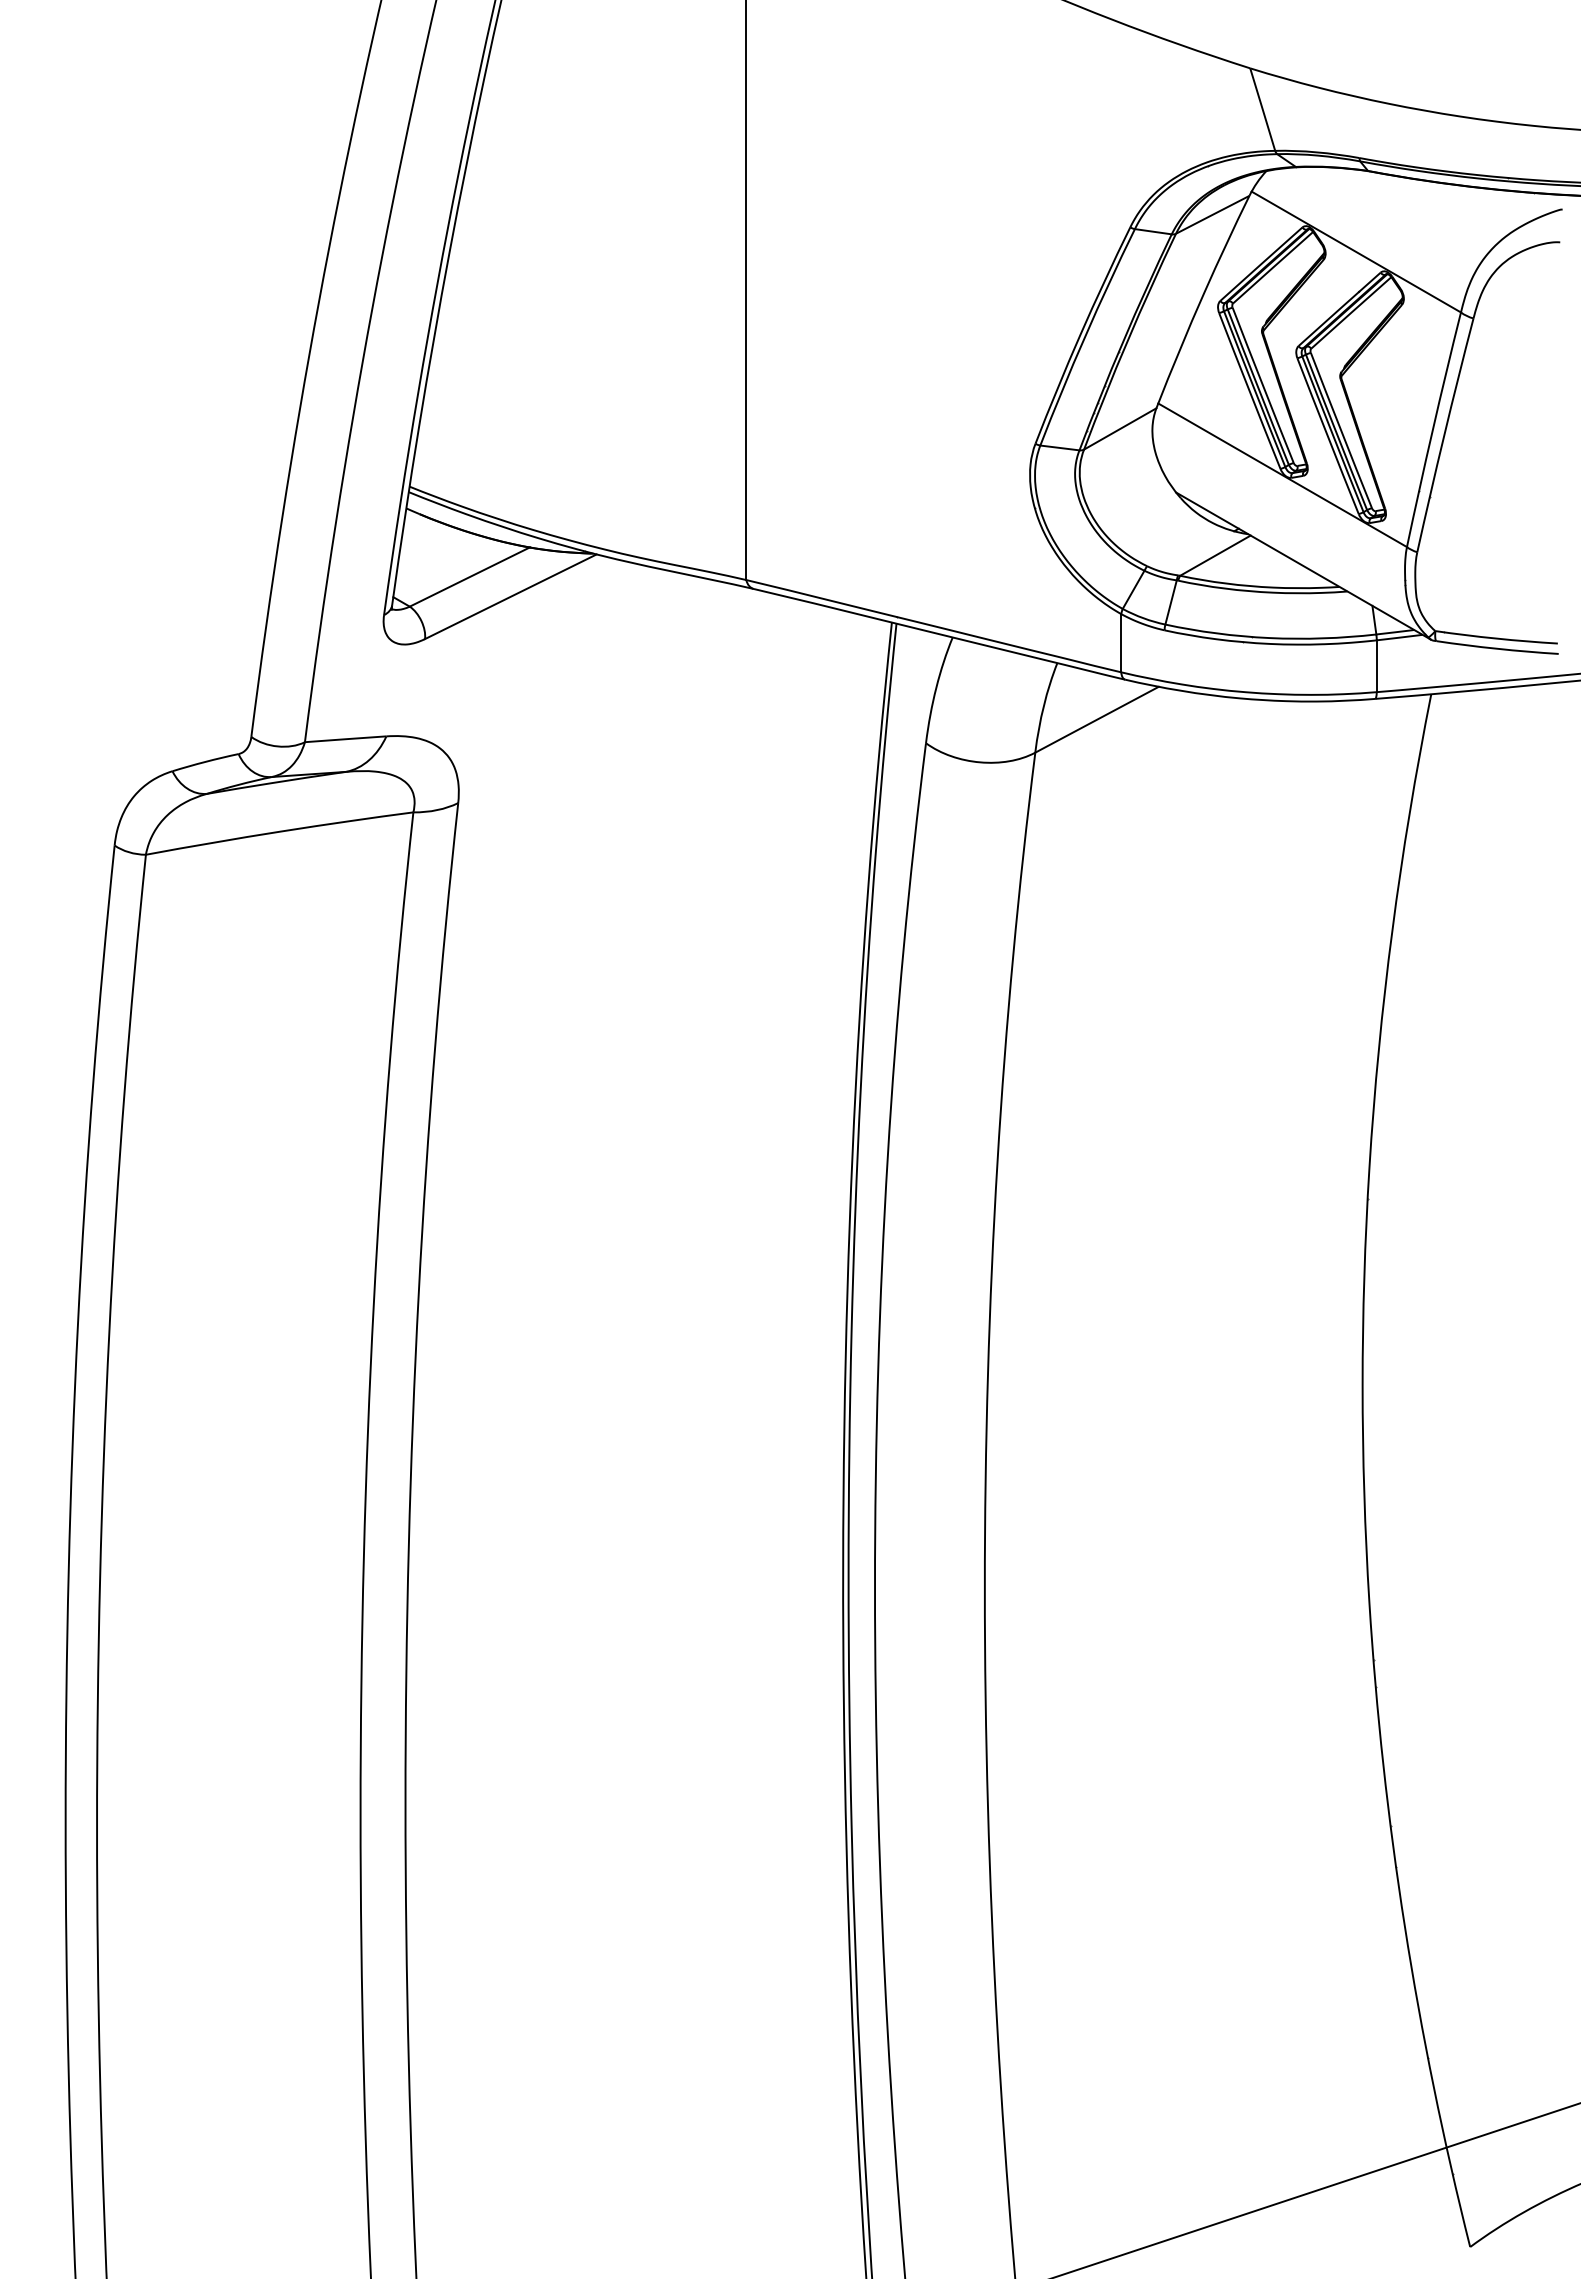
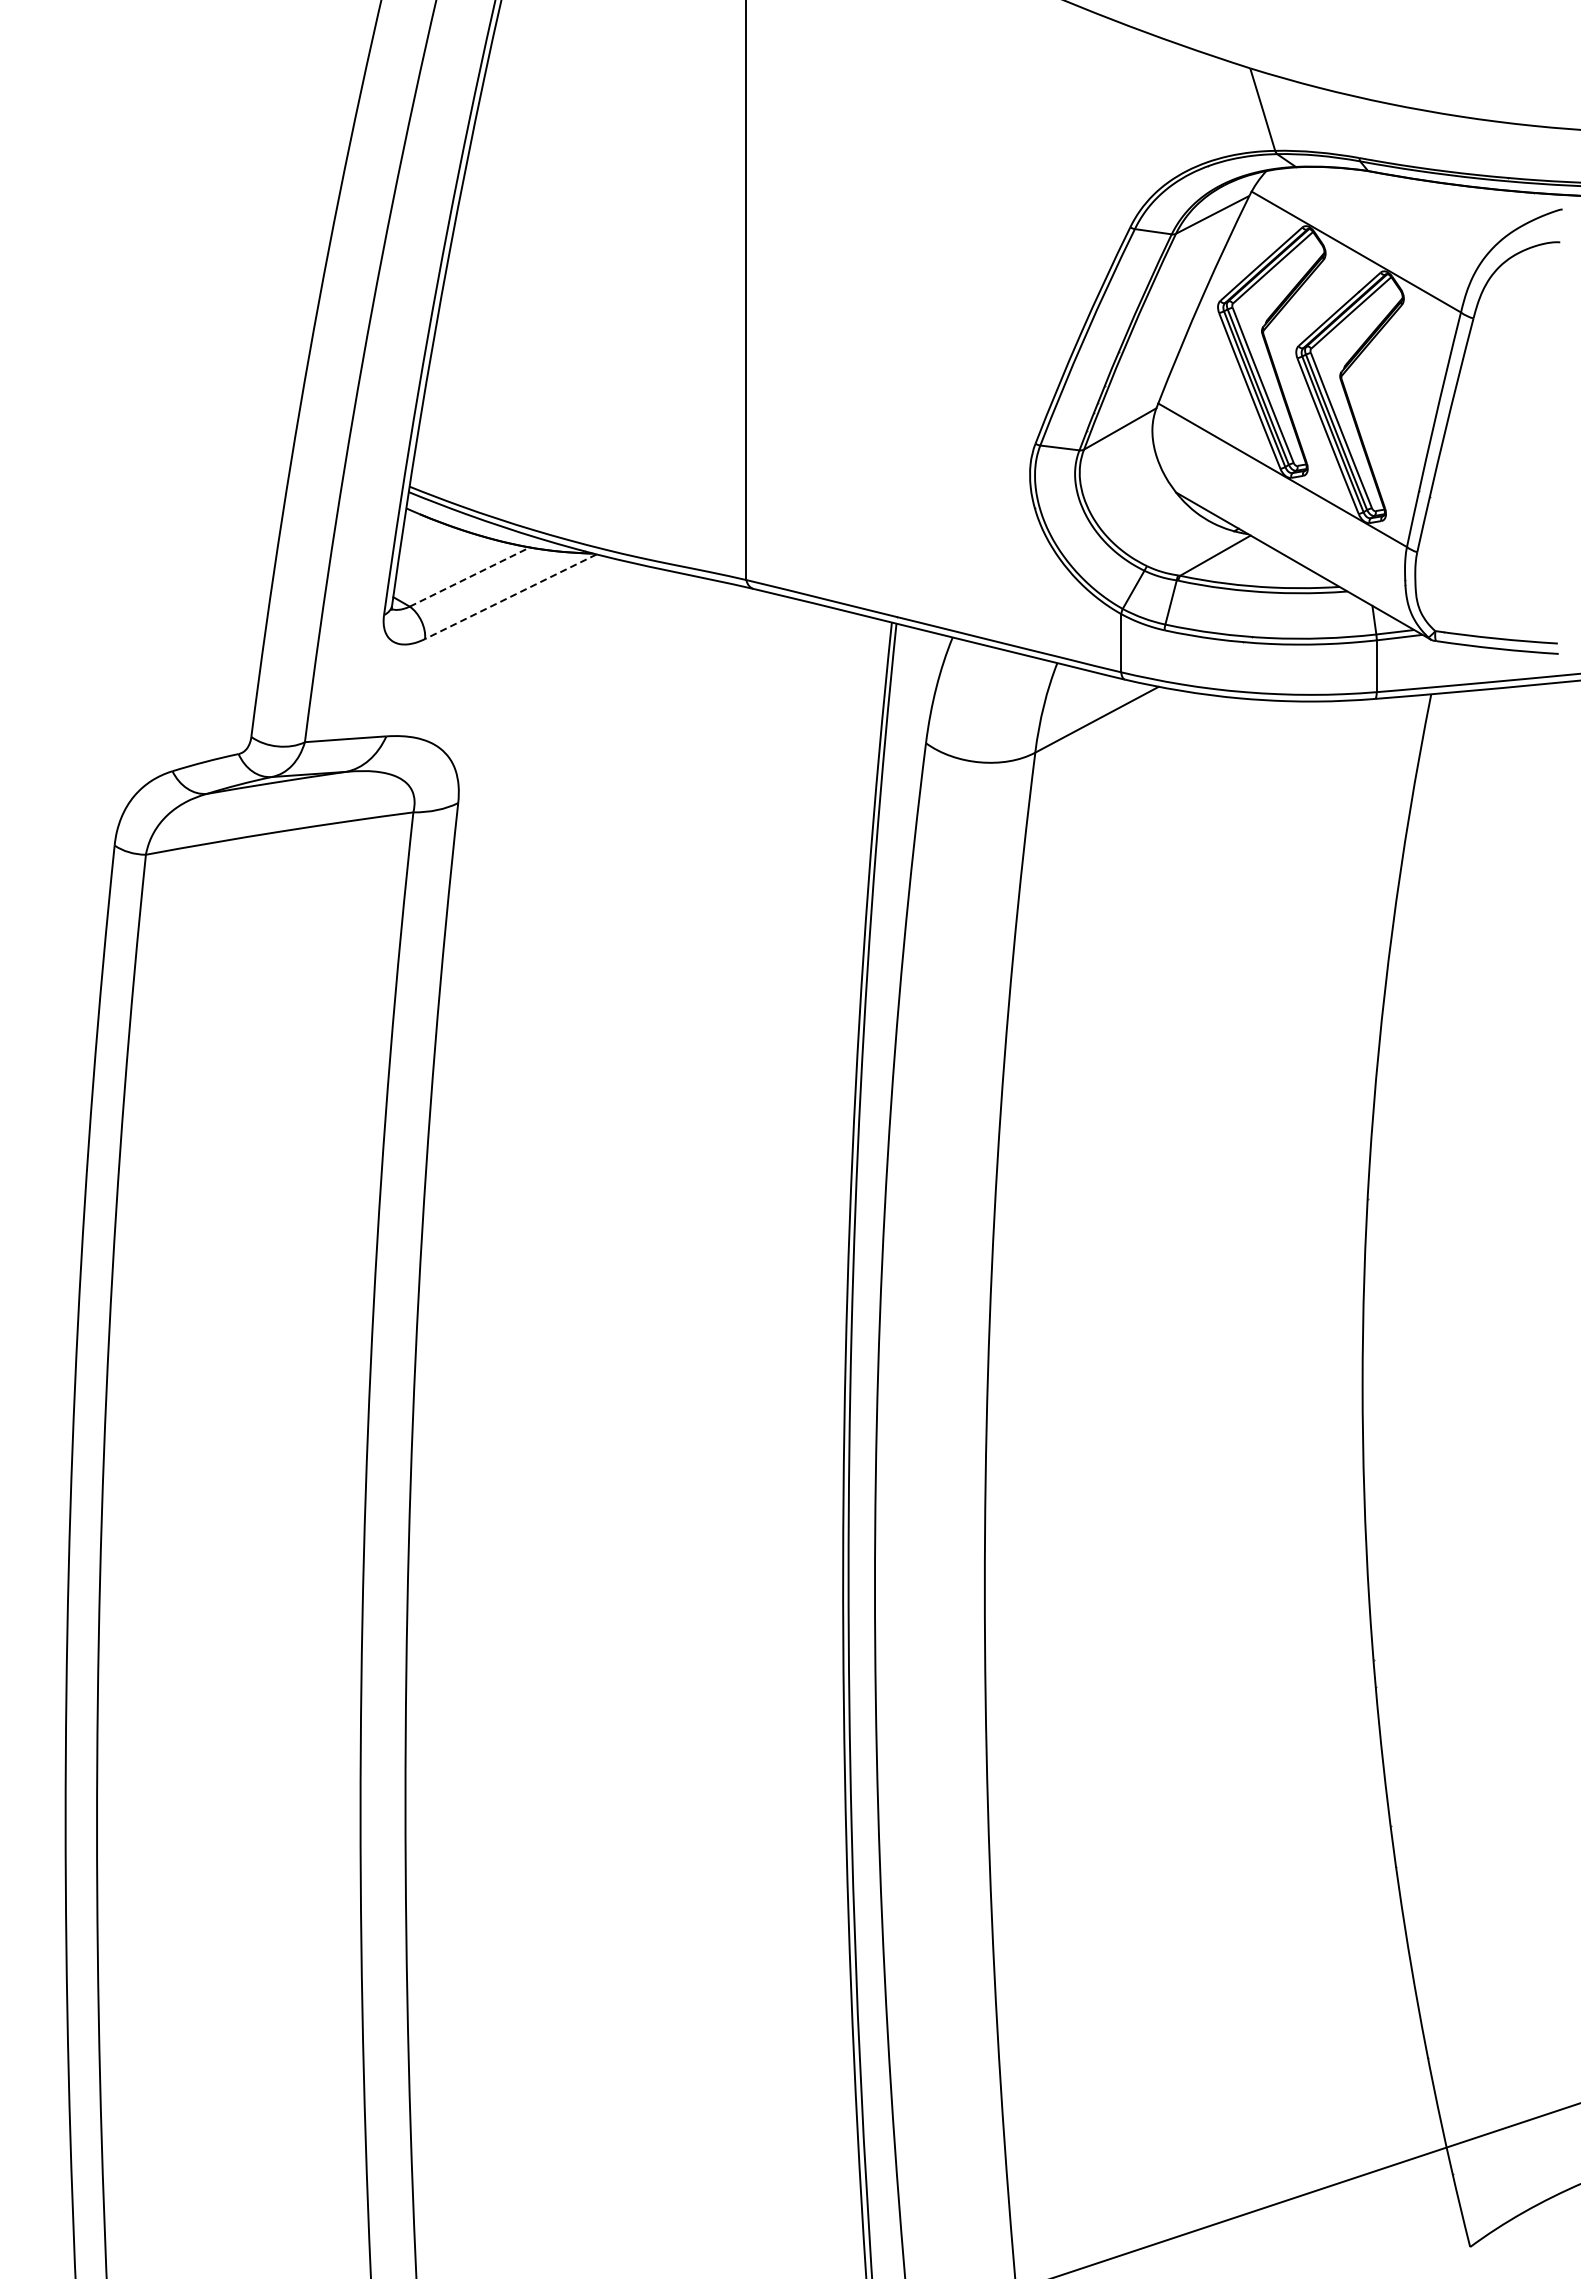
line at (469, 577): solid -> dashed
line at (510, 596): solid -> dashed
